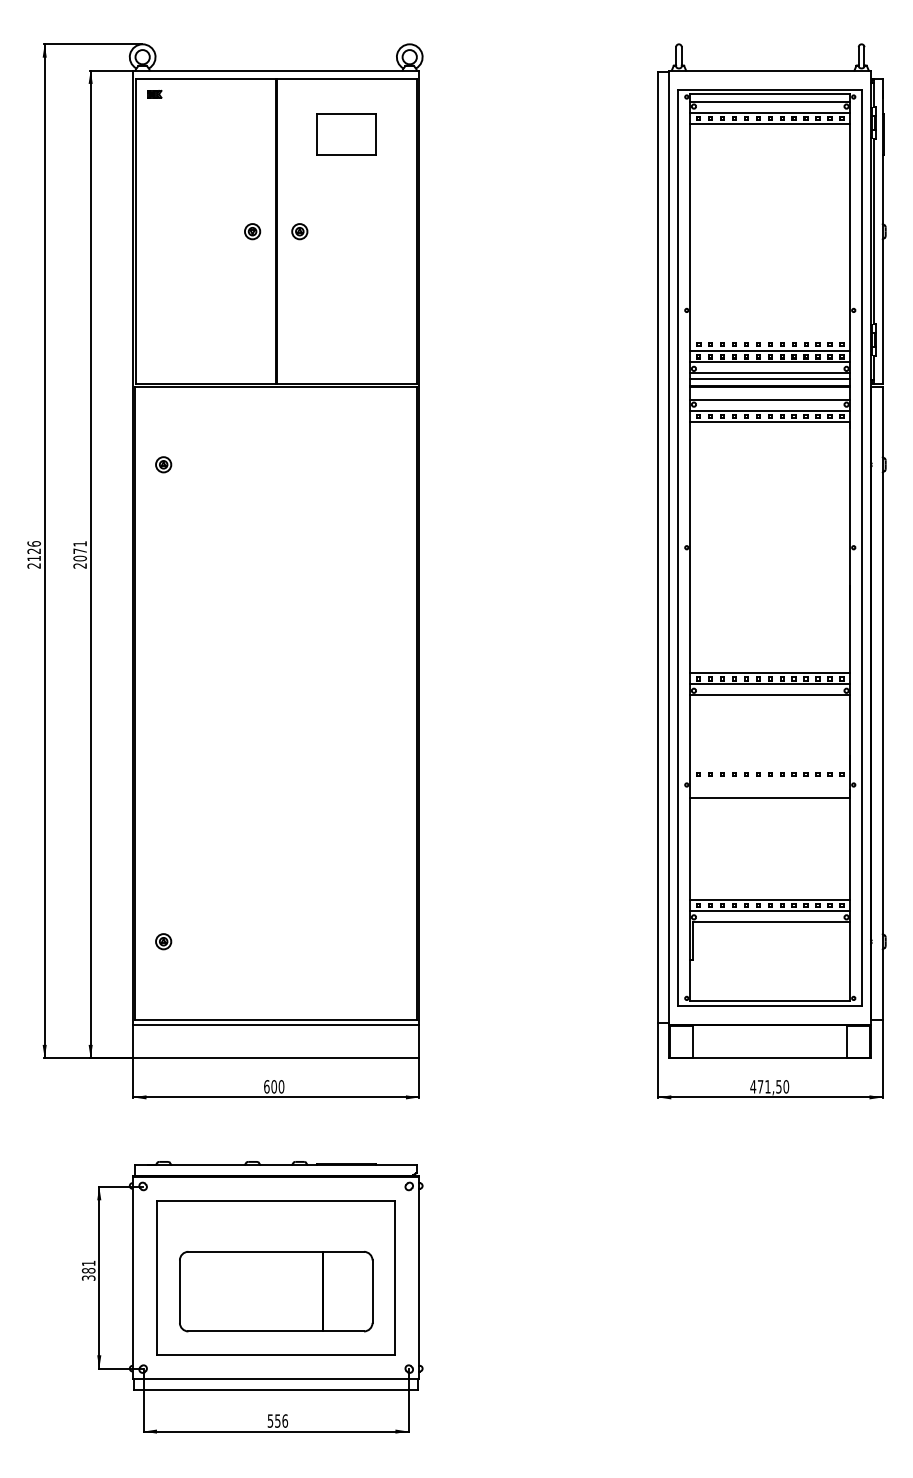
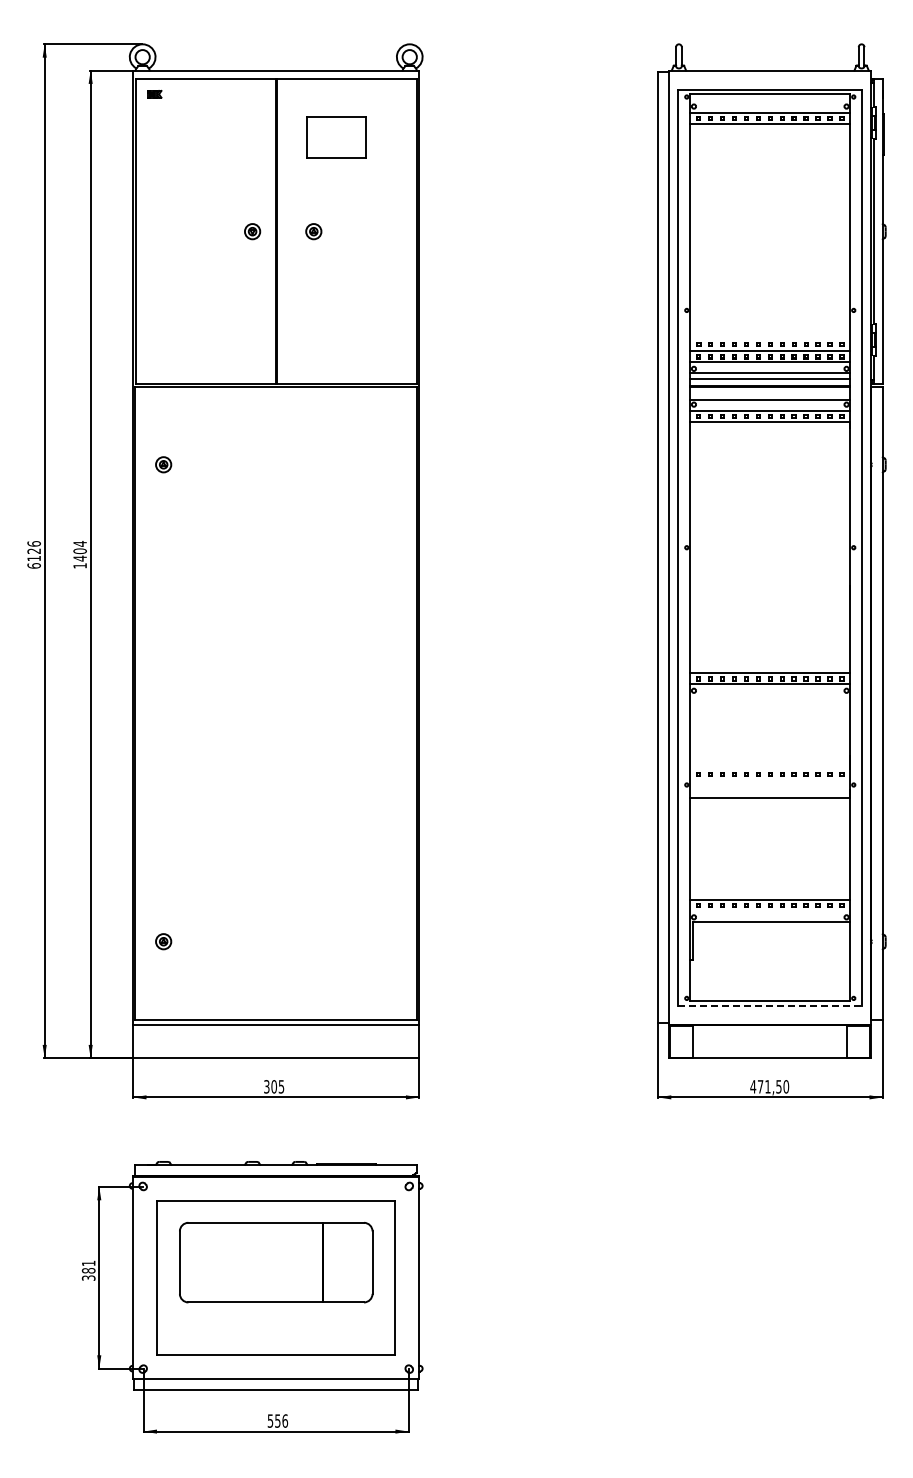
line at (770, 102): present -> none
part at (346, 134) position: (346, 134) -> (336, 137)
part at (299, 231) position: (299, 231) -> (313, 231)
text at (79, 554): 2071 -> 1404
text at (33, 565): 2126 -> 6126
line at (770, 695): present -> none
line at (770, 910): present -> none
line at (770, 1005): solid -> dashed
text at (274, 1086): 600 -> 305
part at (276, 1291) position: (276, 1291) -> (276, 1262)
